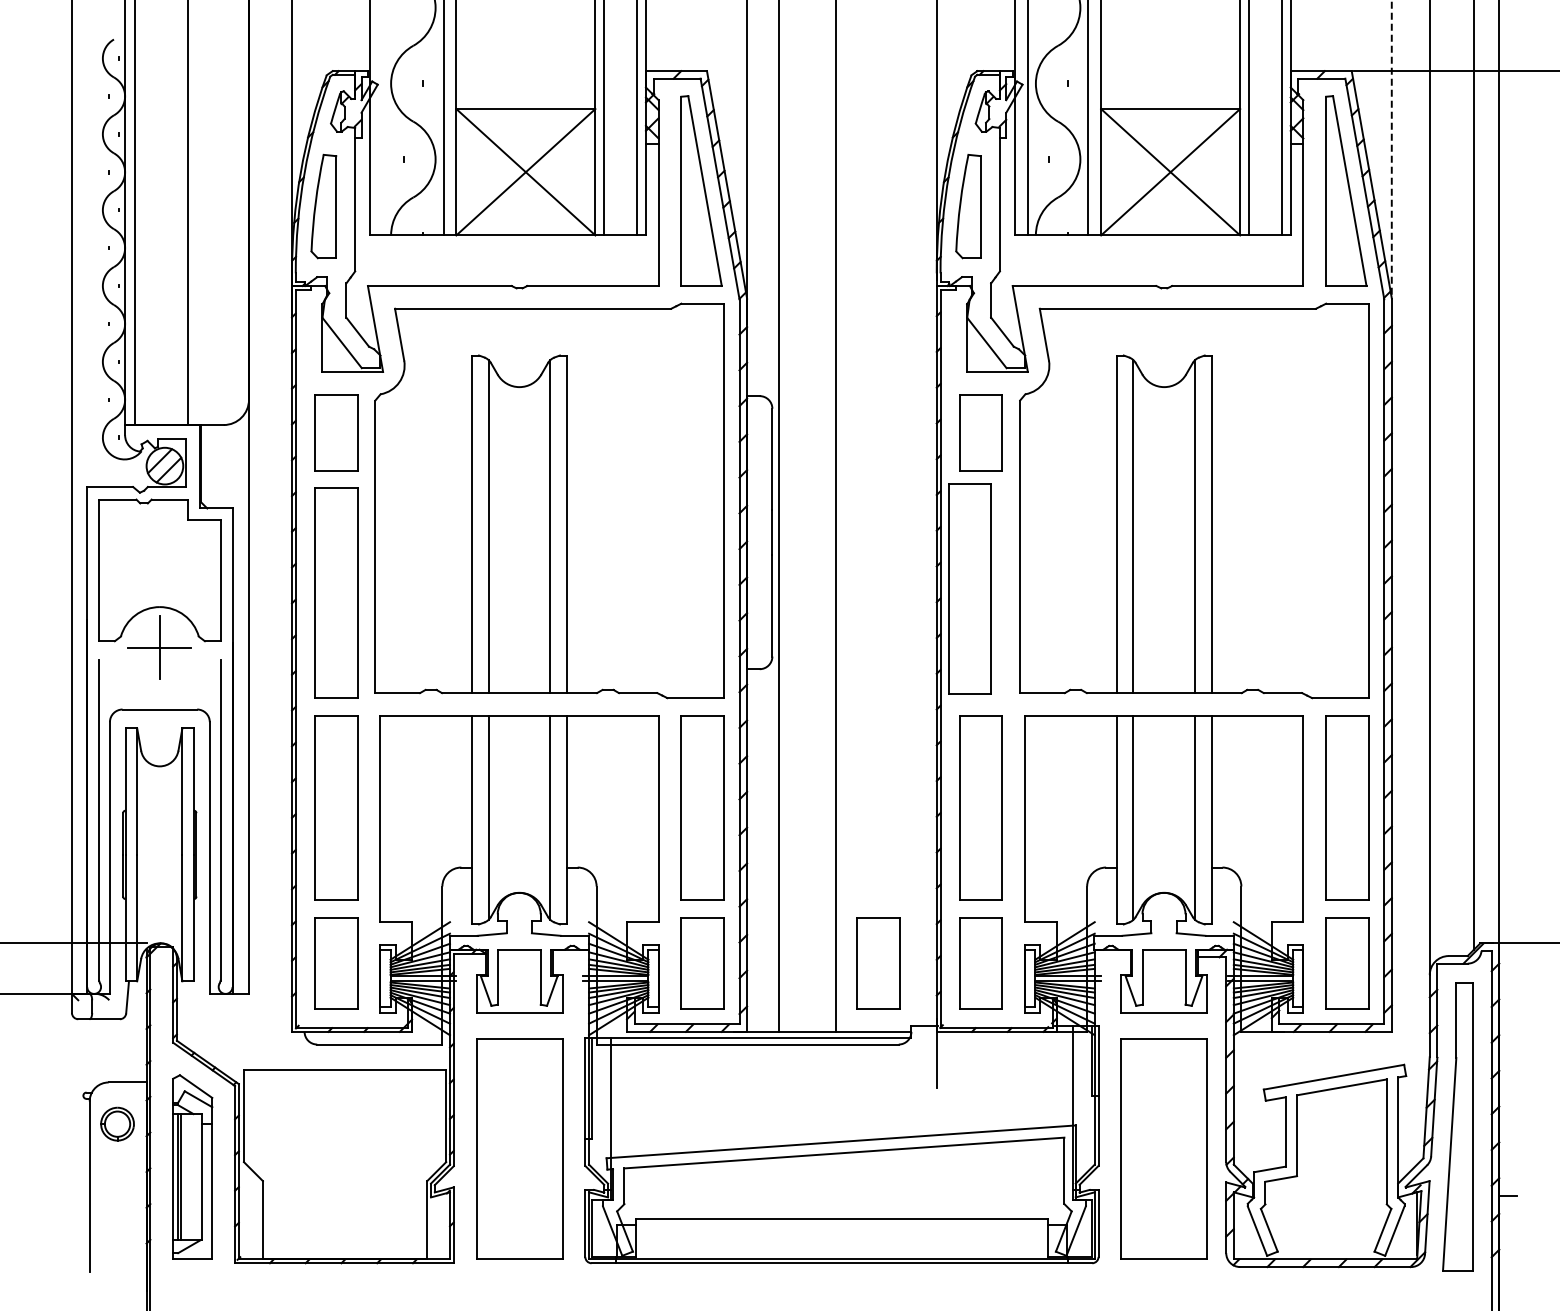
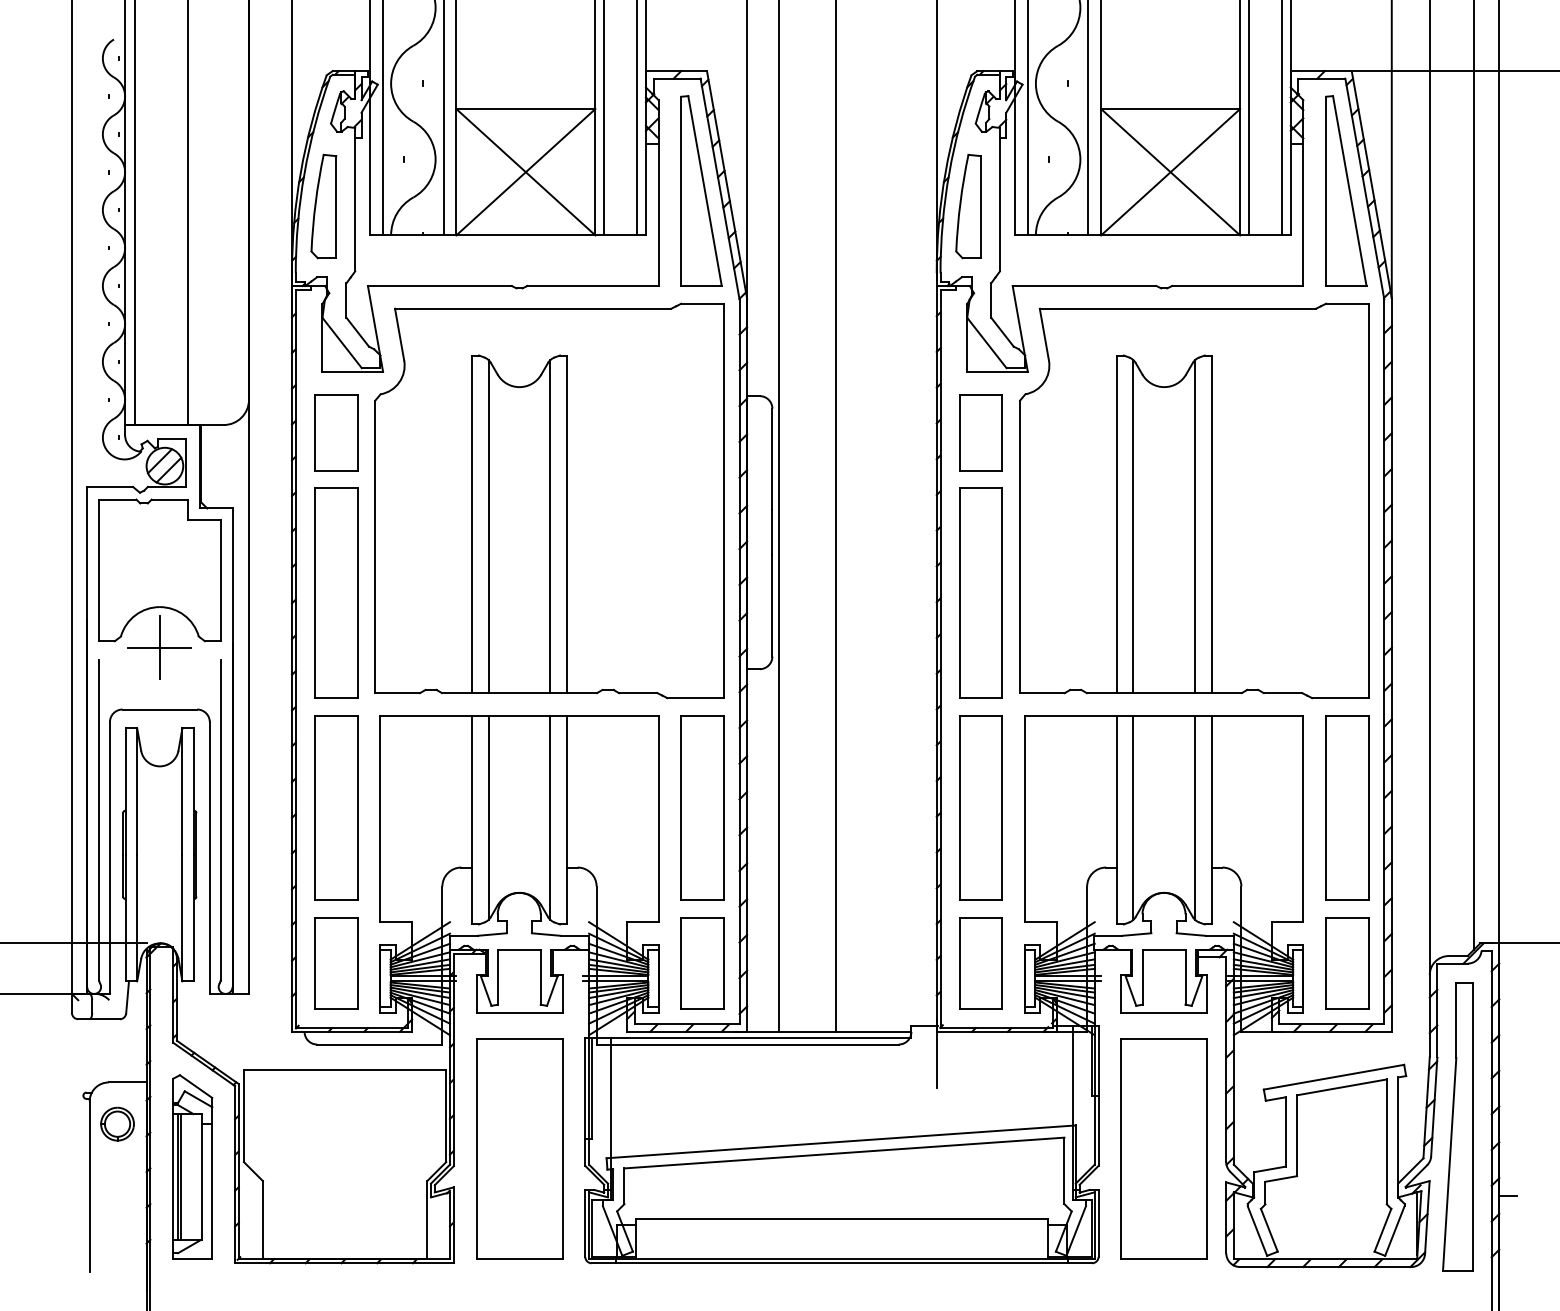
line at (383, 118): none -> present
line at (1391, 149): dashed -> solid
part at (969, 588) position: (969, 588) -> (980, 592)
part at (878, 963): present -> none
